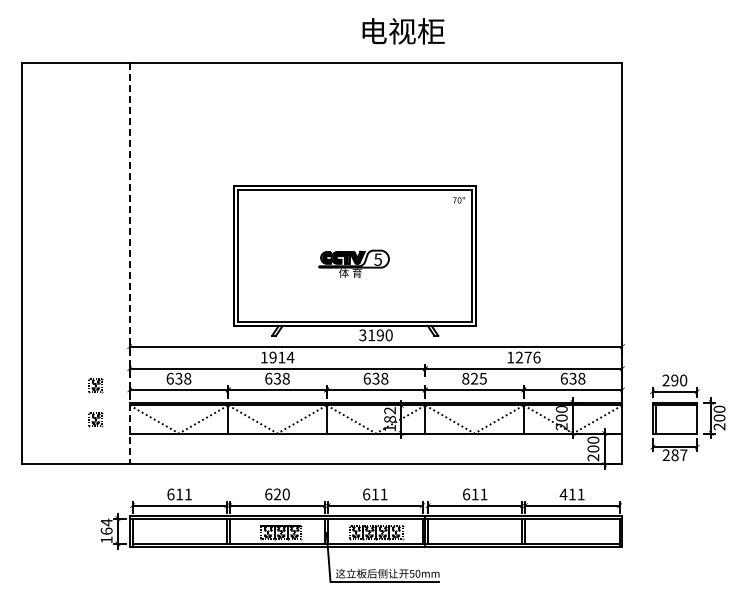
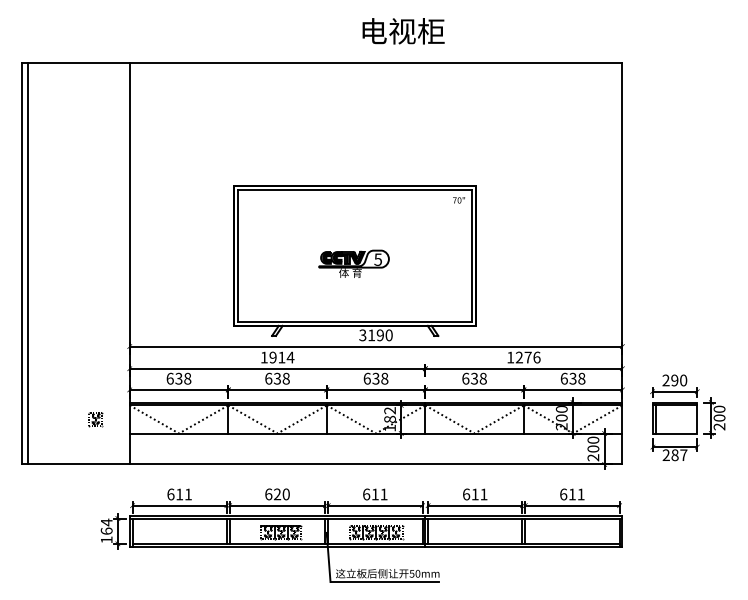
line at (27, 263): none -> present
line at (129, 263): dashed -> solid
text at (474, 378): 825 -> 638
part at (95, 385): present -> none
text at (563, 494): 411 -> 611
